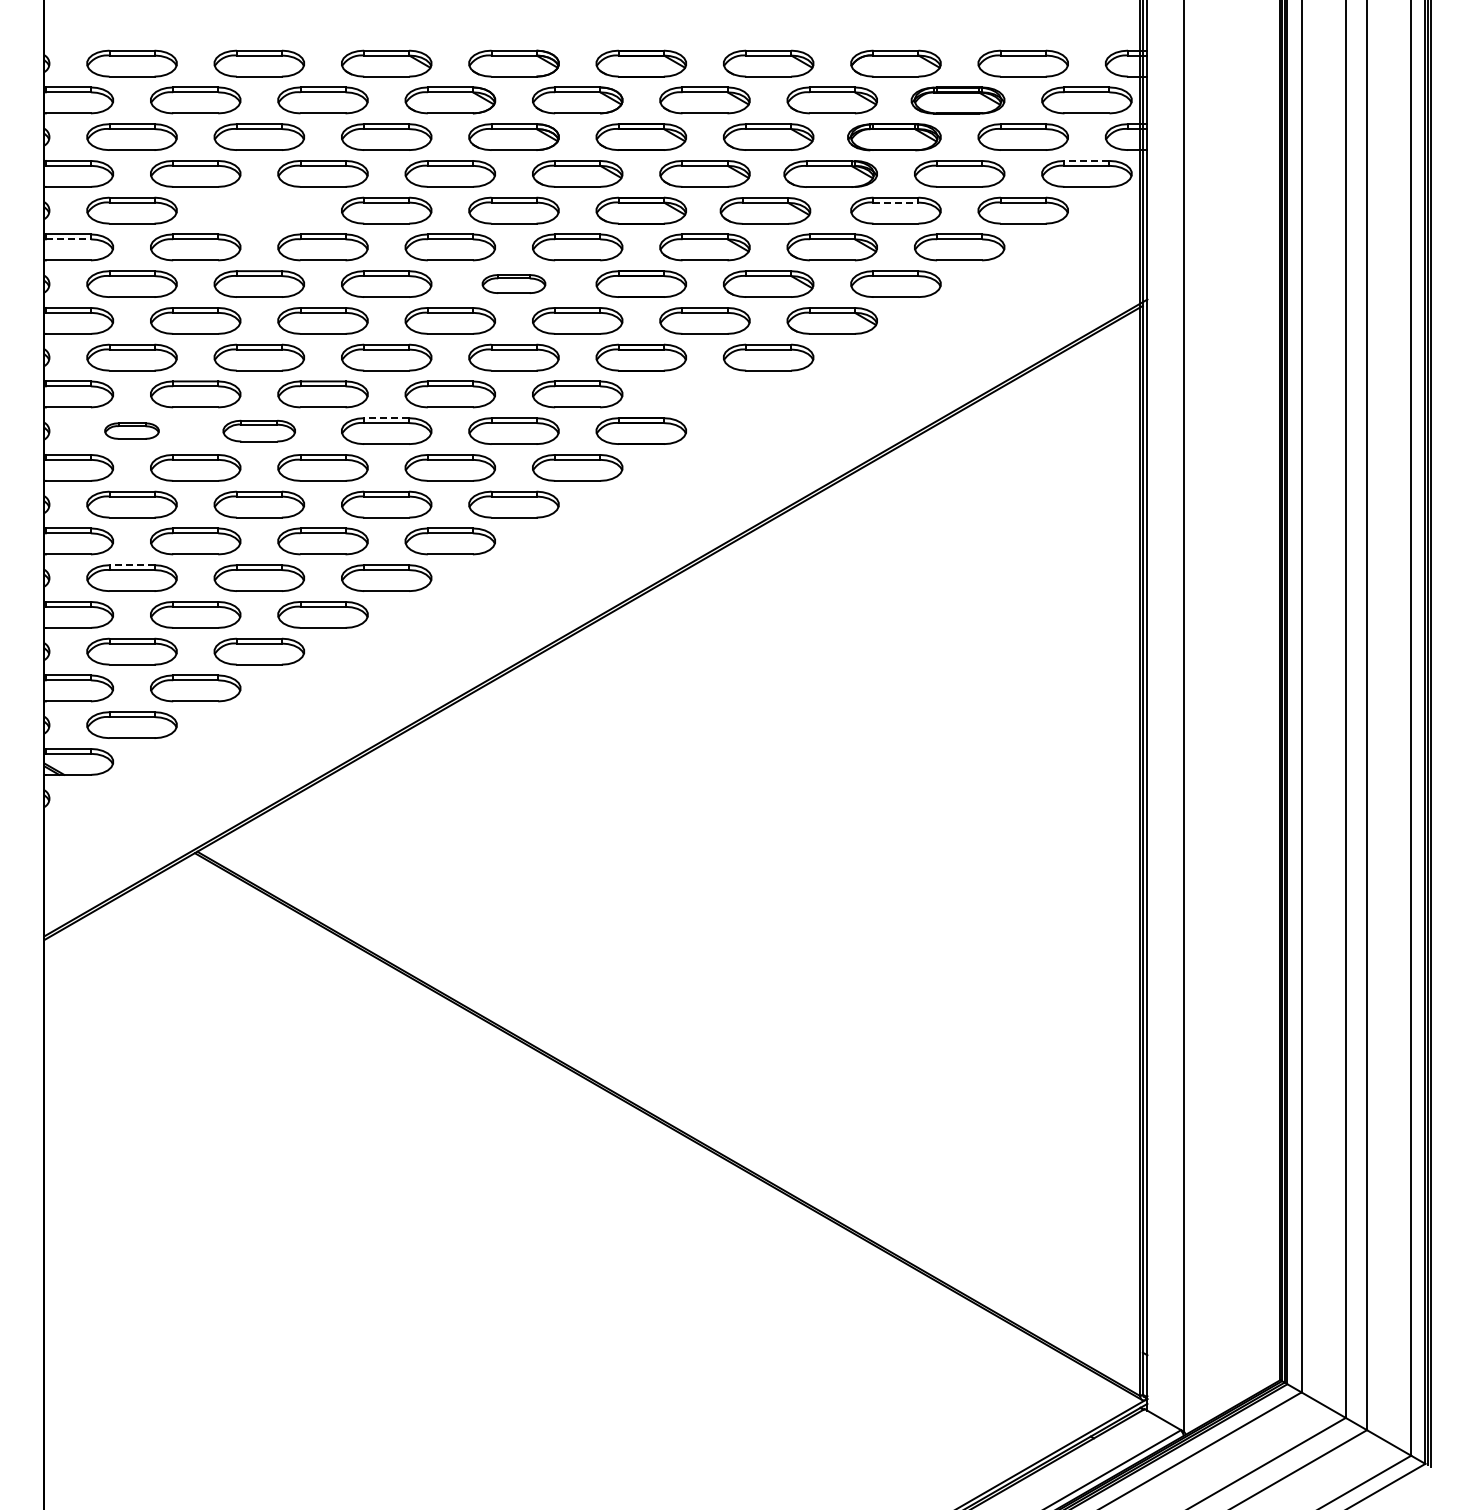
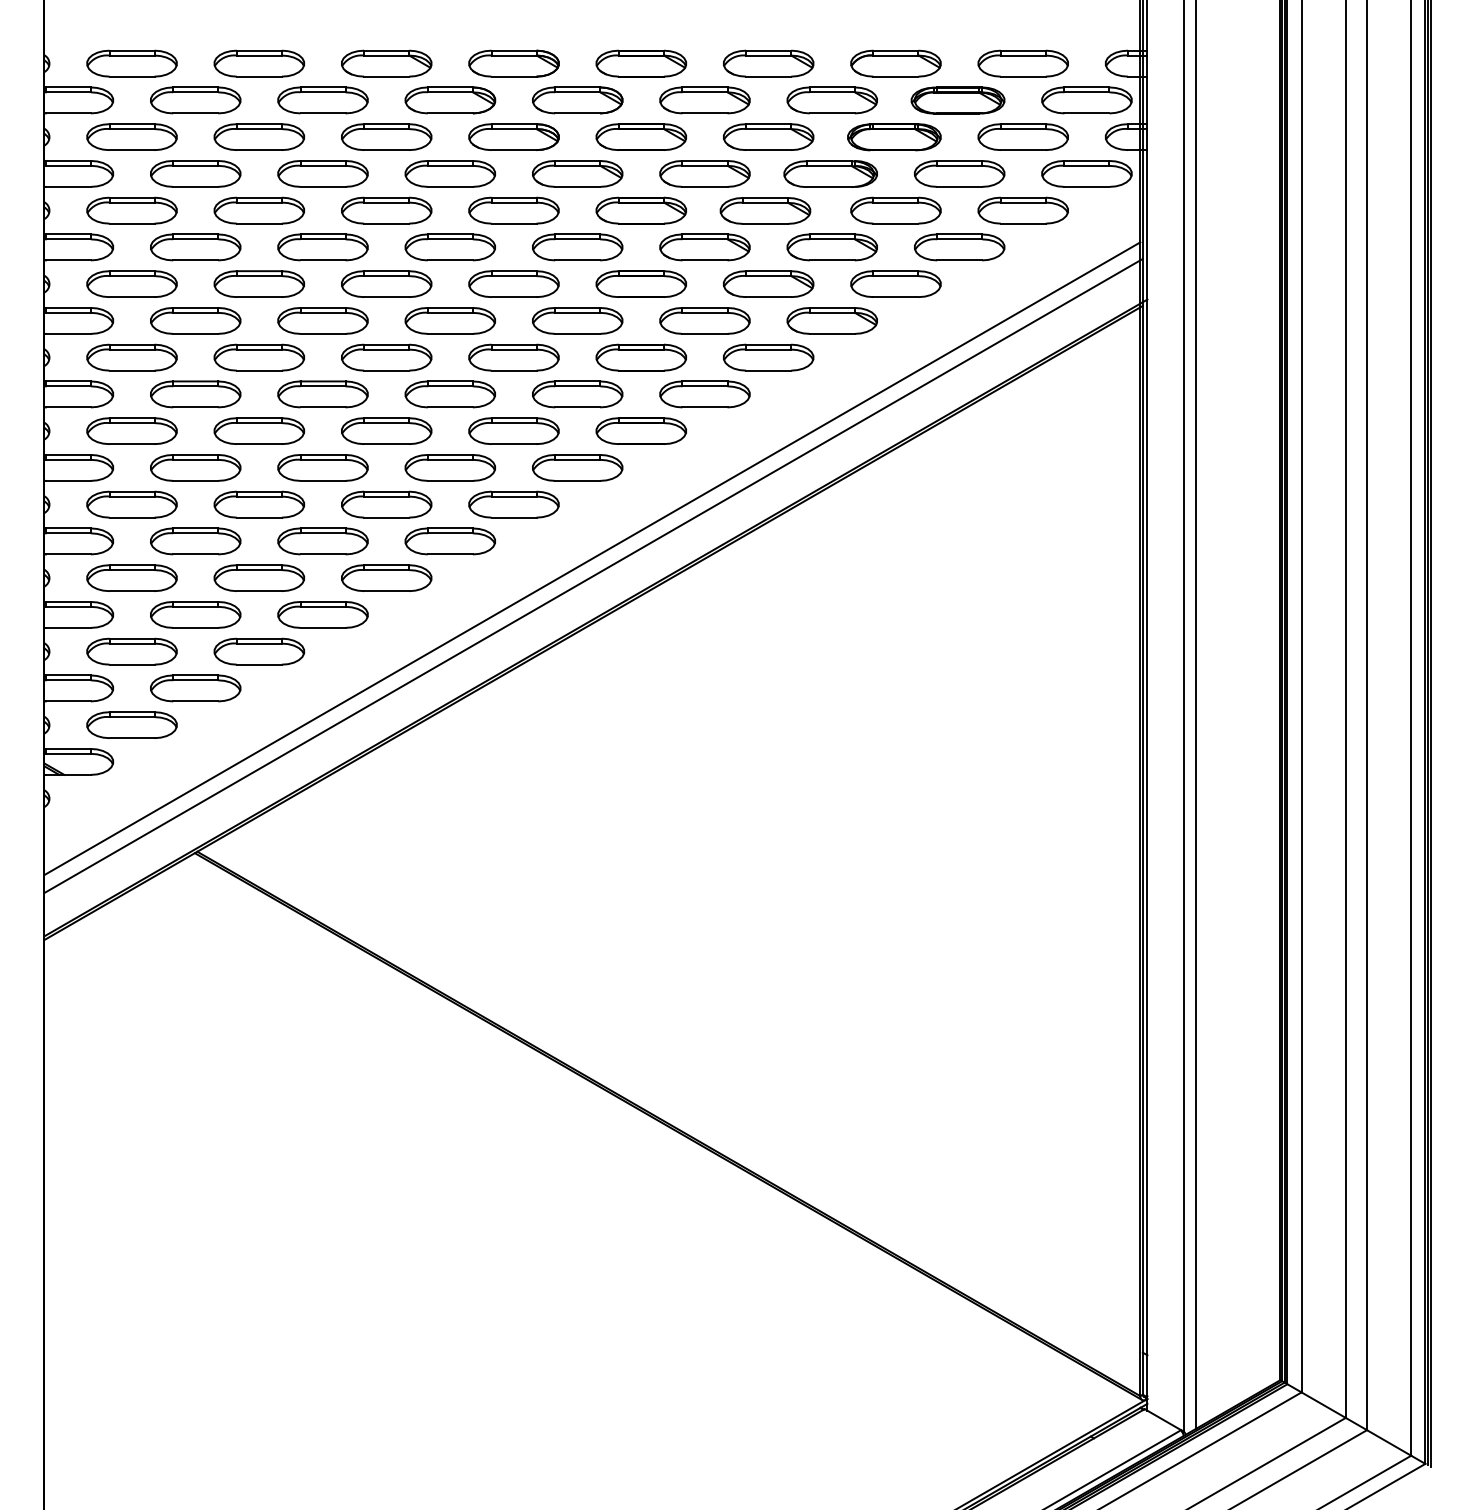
line at (1086, 160): dashed -> solid
line at (895, 202): dashed -> solid
part at (258, 210): none -> present
line at (68, 239): dashed -> solid
part at (513, 283) size: 66x20 px -> 92x28 px
part at (704, 394): none -> present
line at (386, 418): dashed -> solid
part at (131, 430) size: 56x18 px -> 92x28 px
part at (258, 430) size: 74x24 px -> 92x28 px
line at (592, 558): none -> present
line at (132, 565): dashed -> solid
line at (593, 575): none -> present
line at (1195, 715): none -> present
